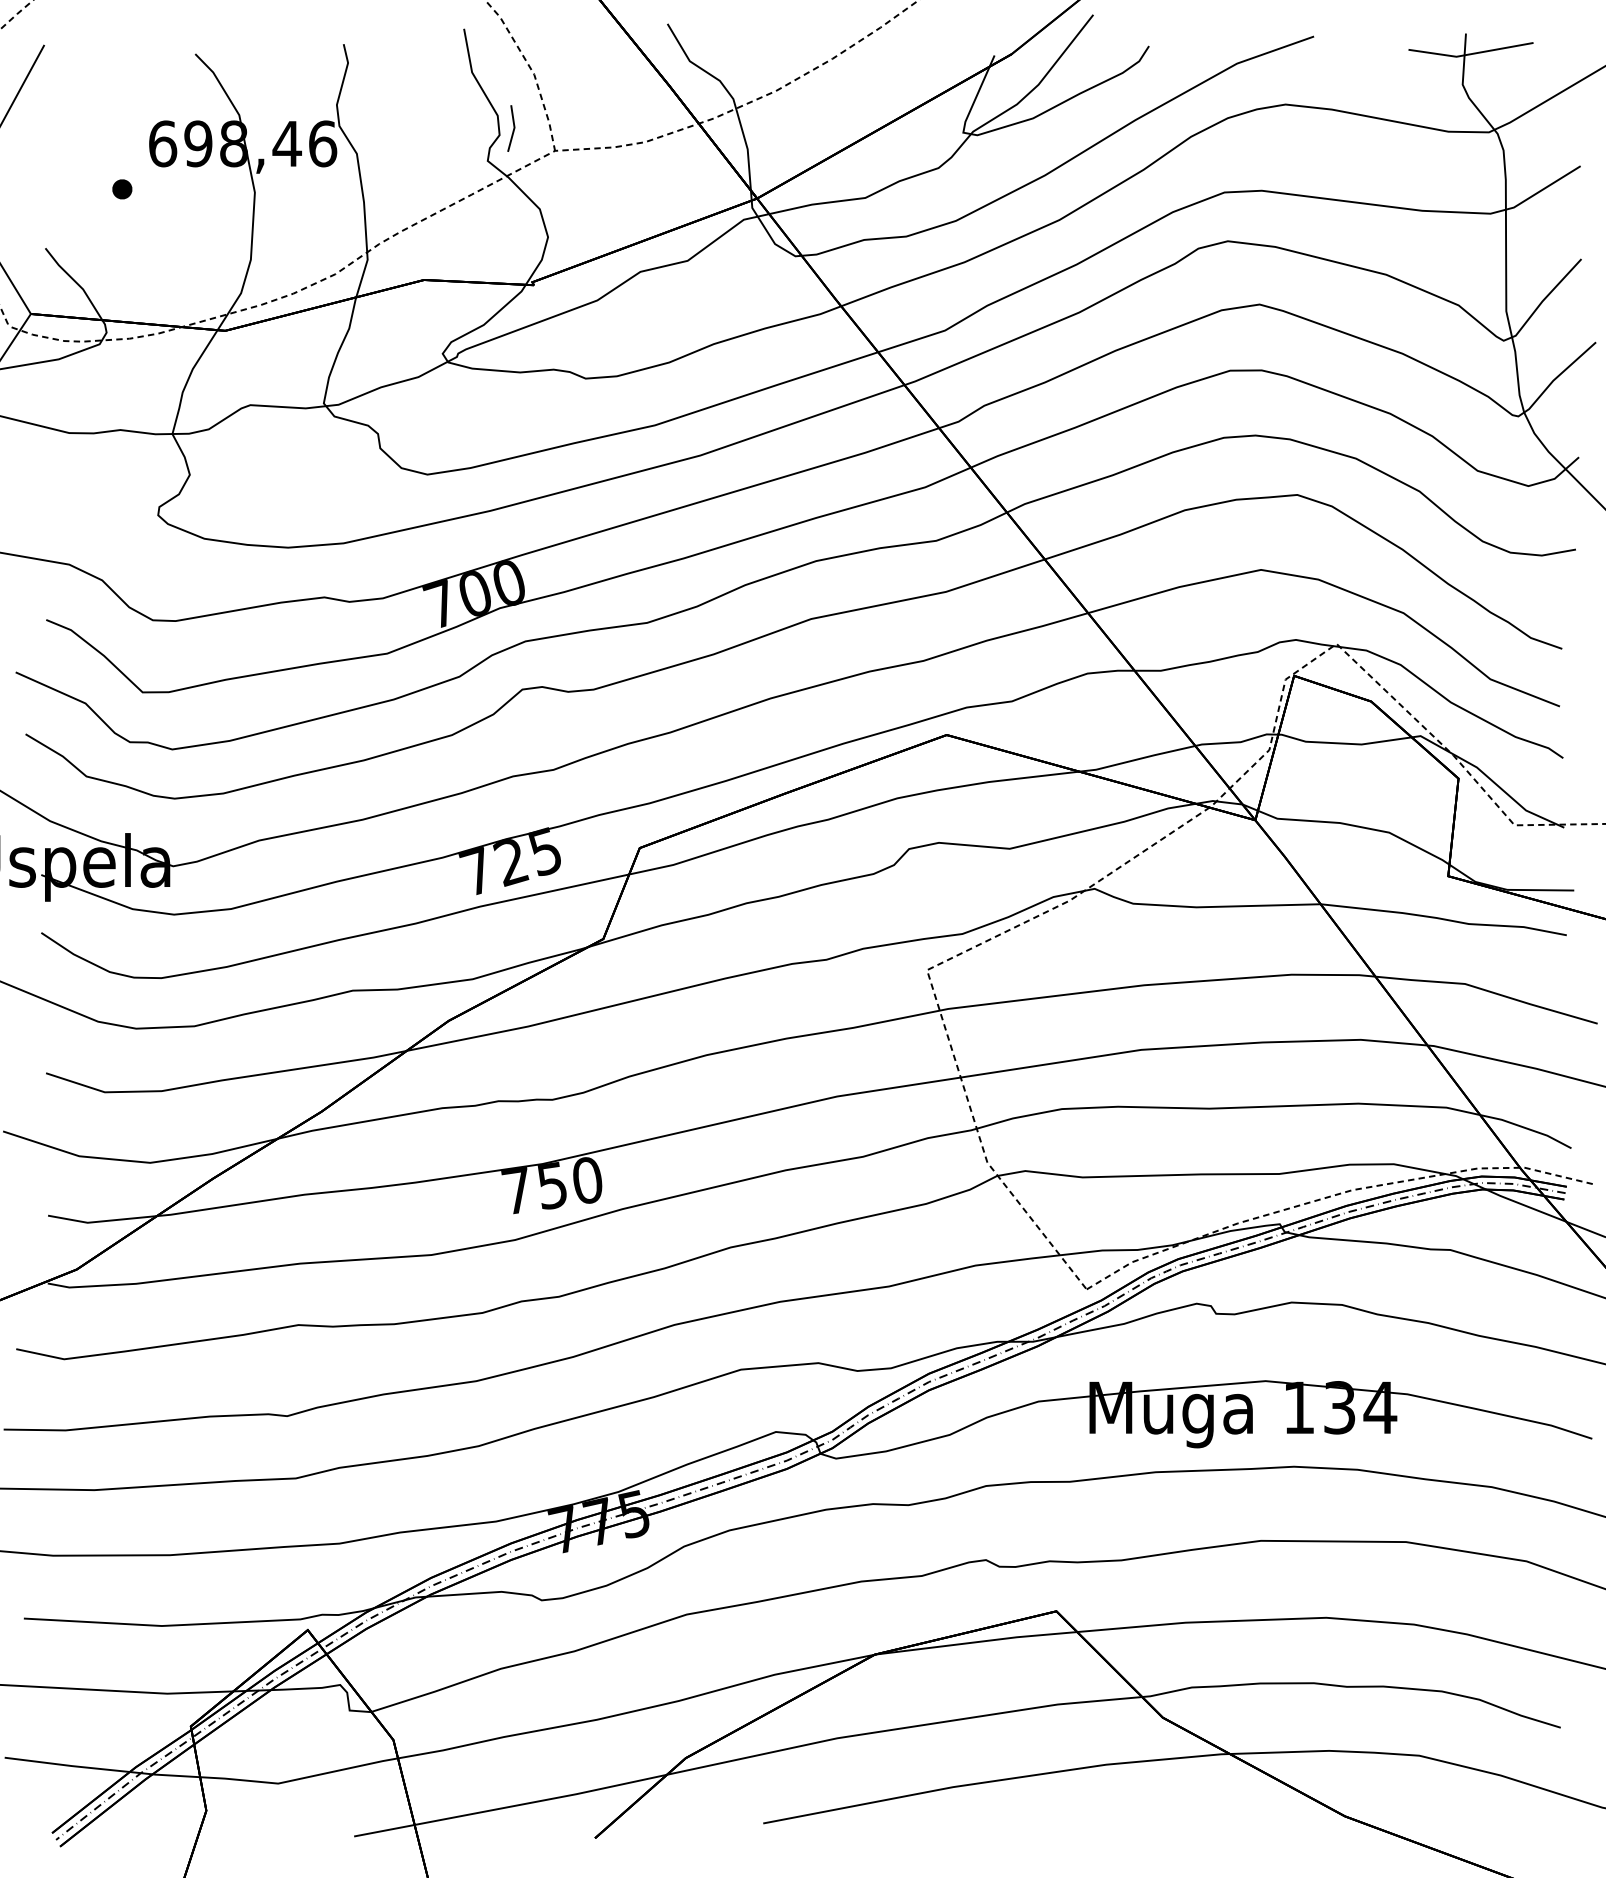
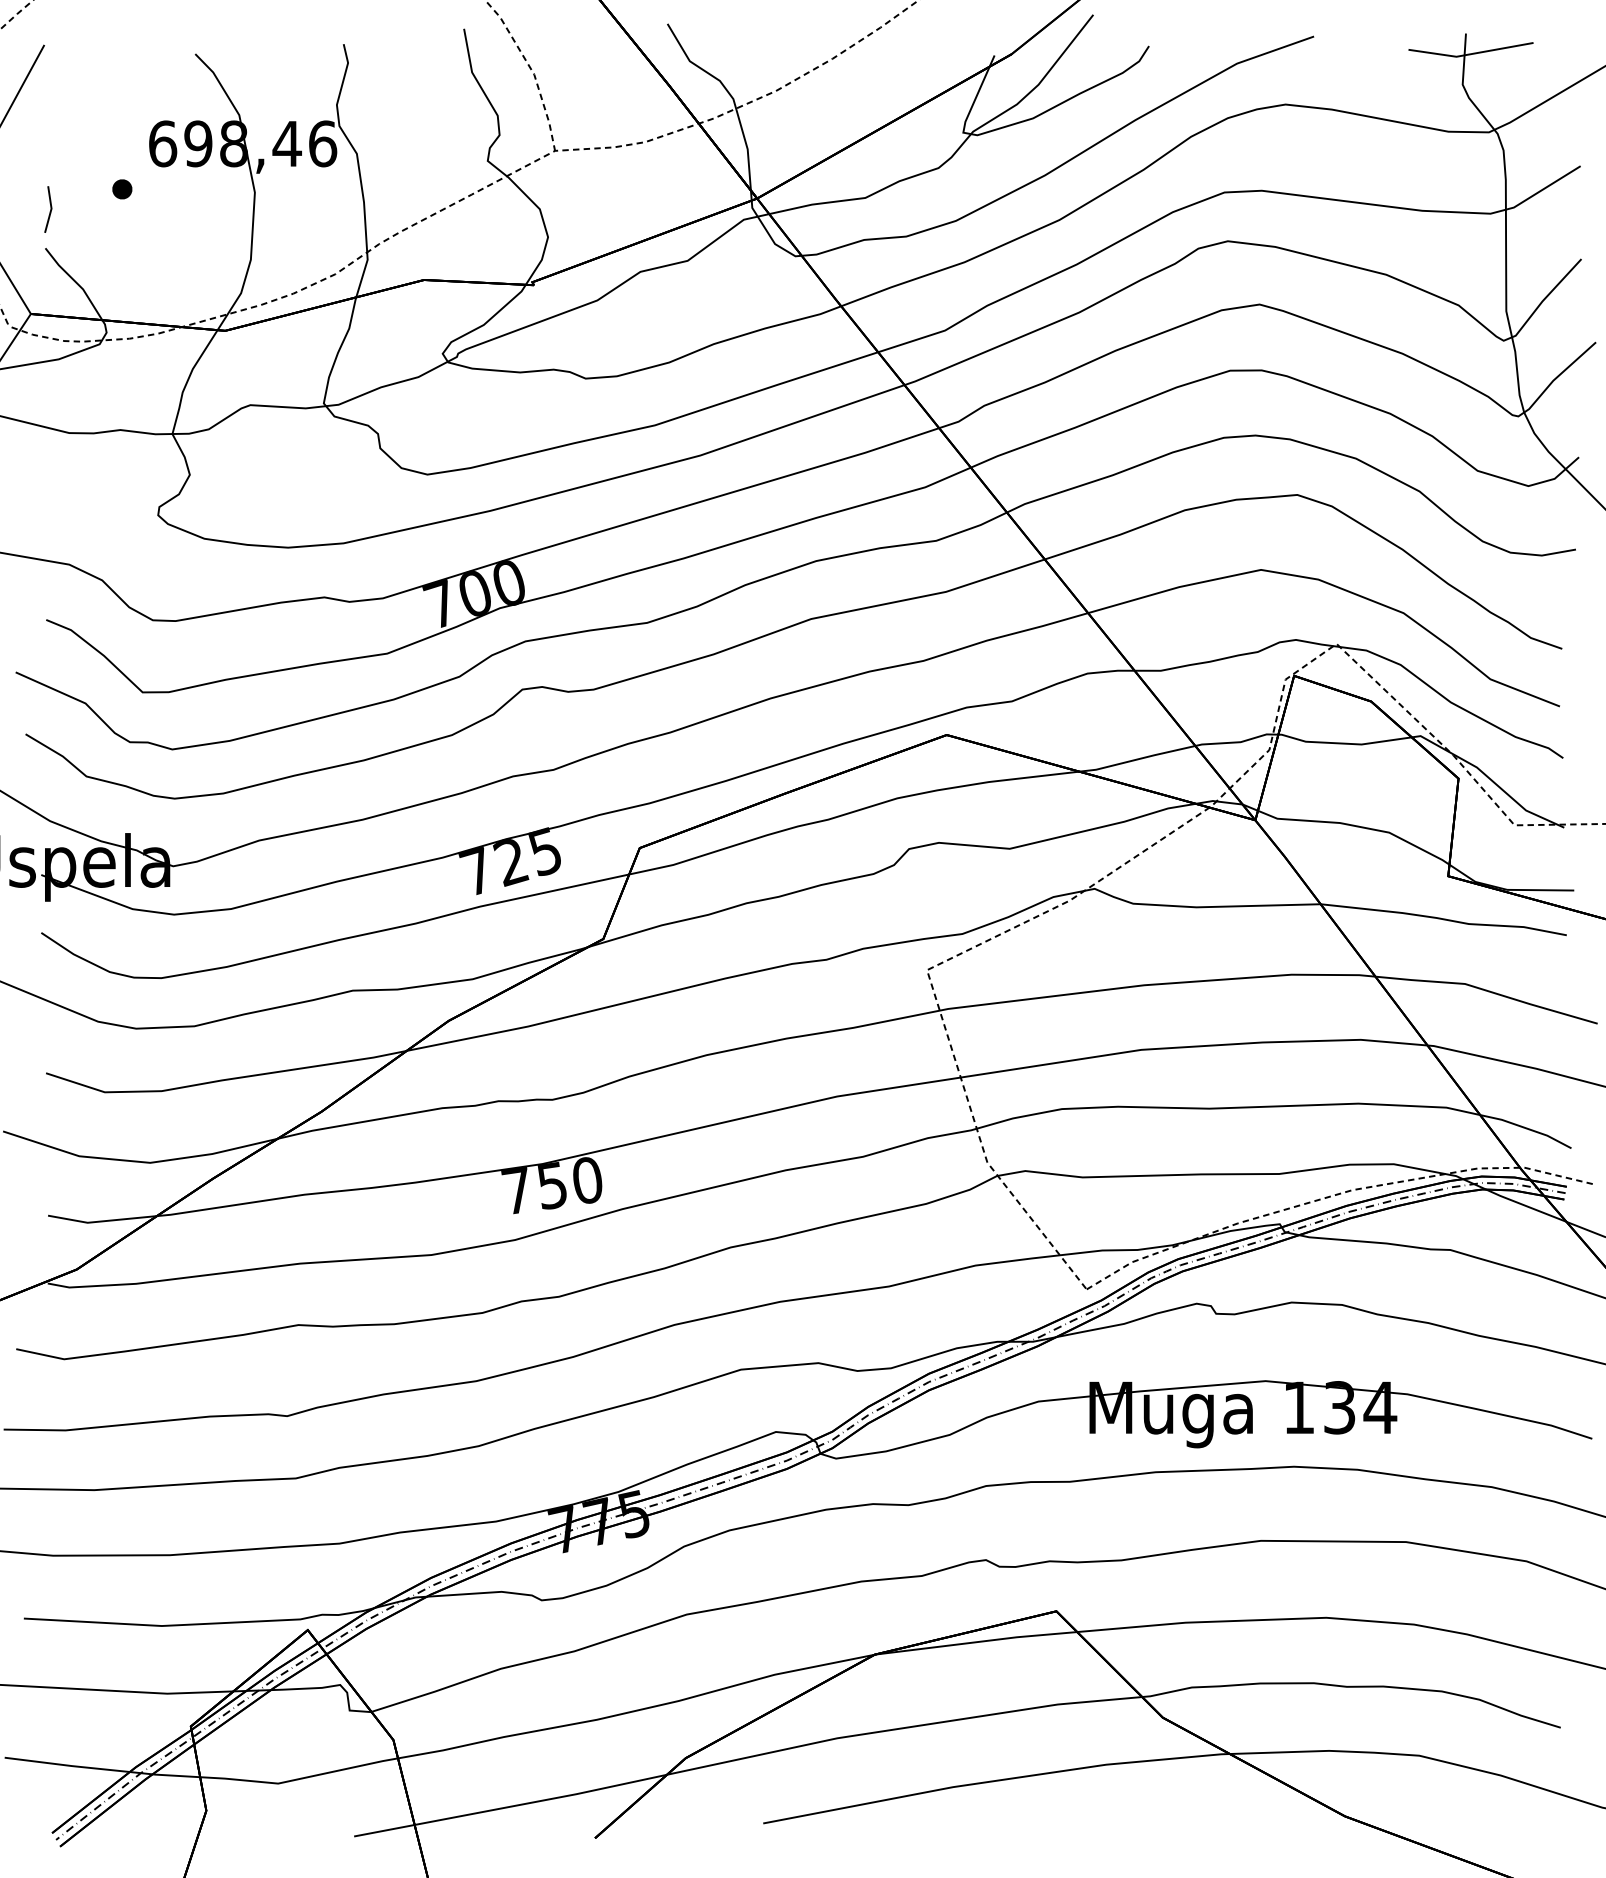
line at (513, 128) position: (513, 128) -> (50, 209)
